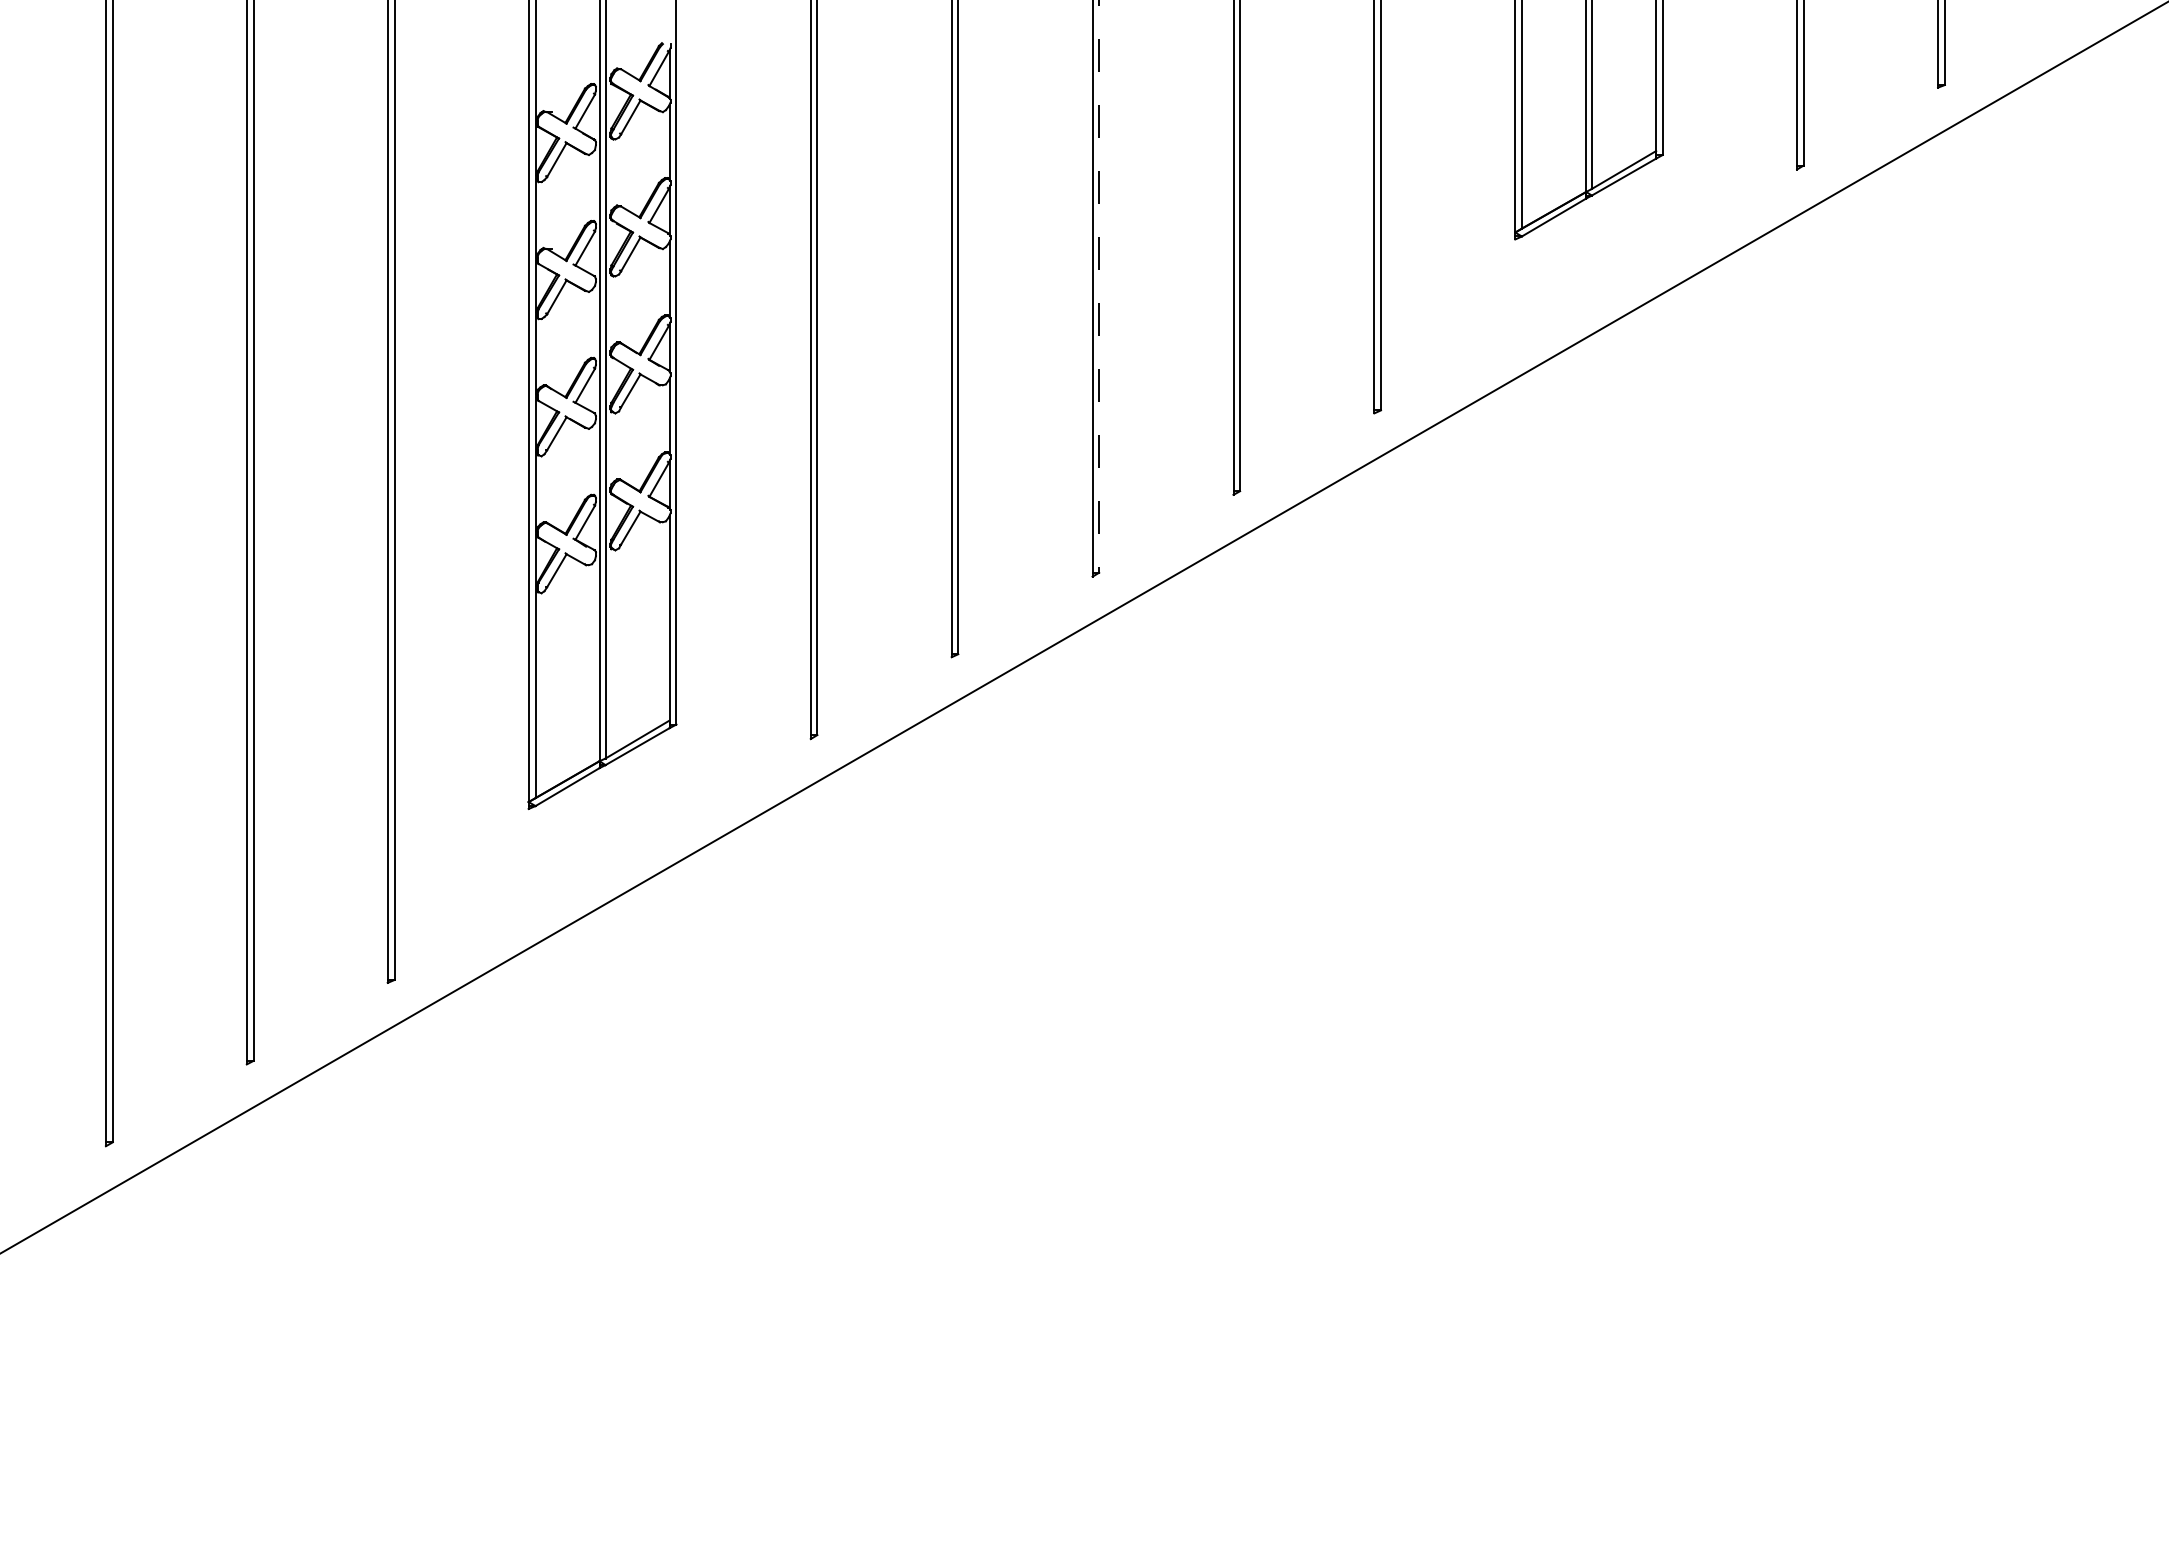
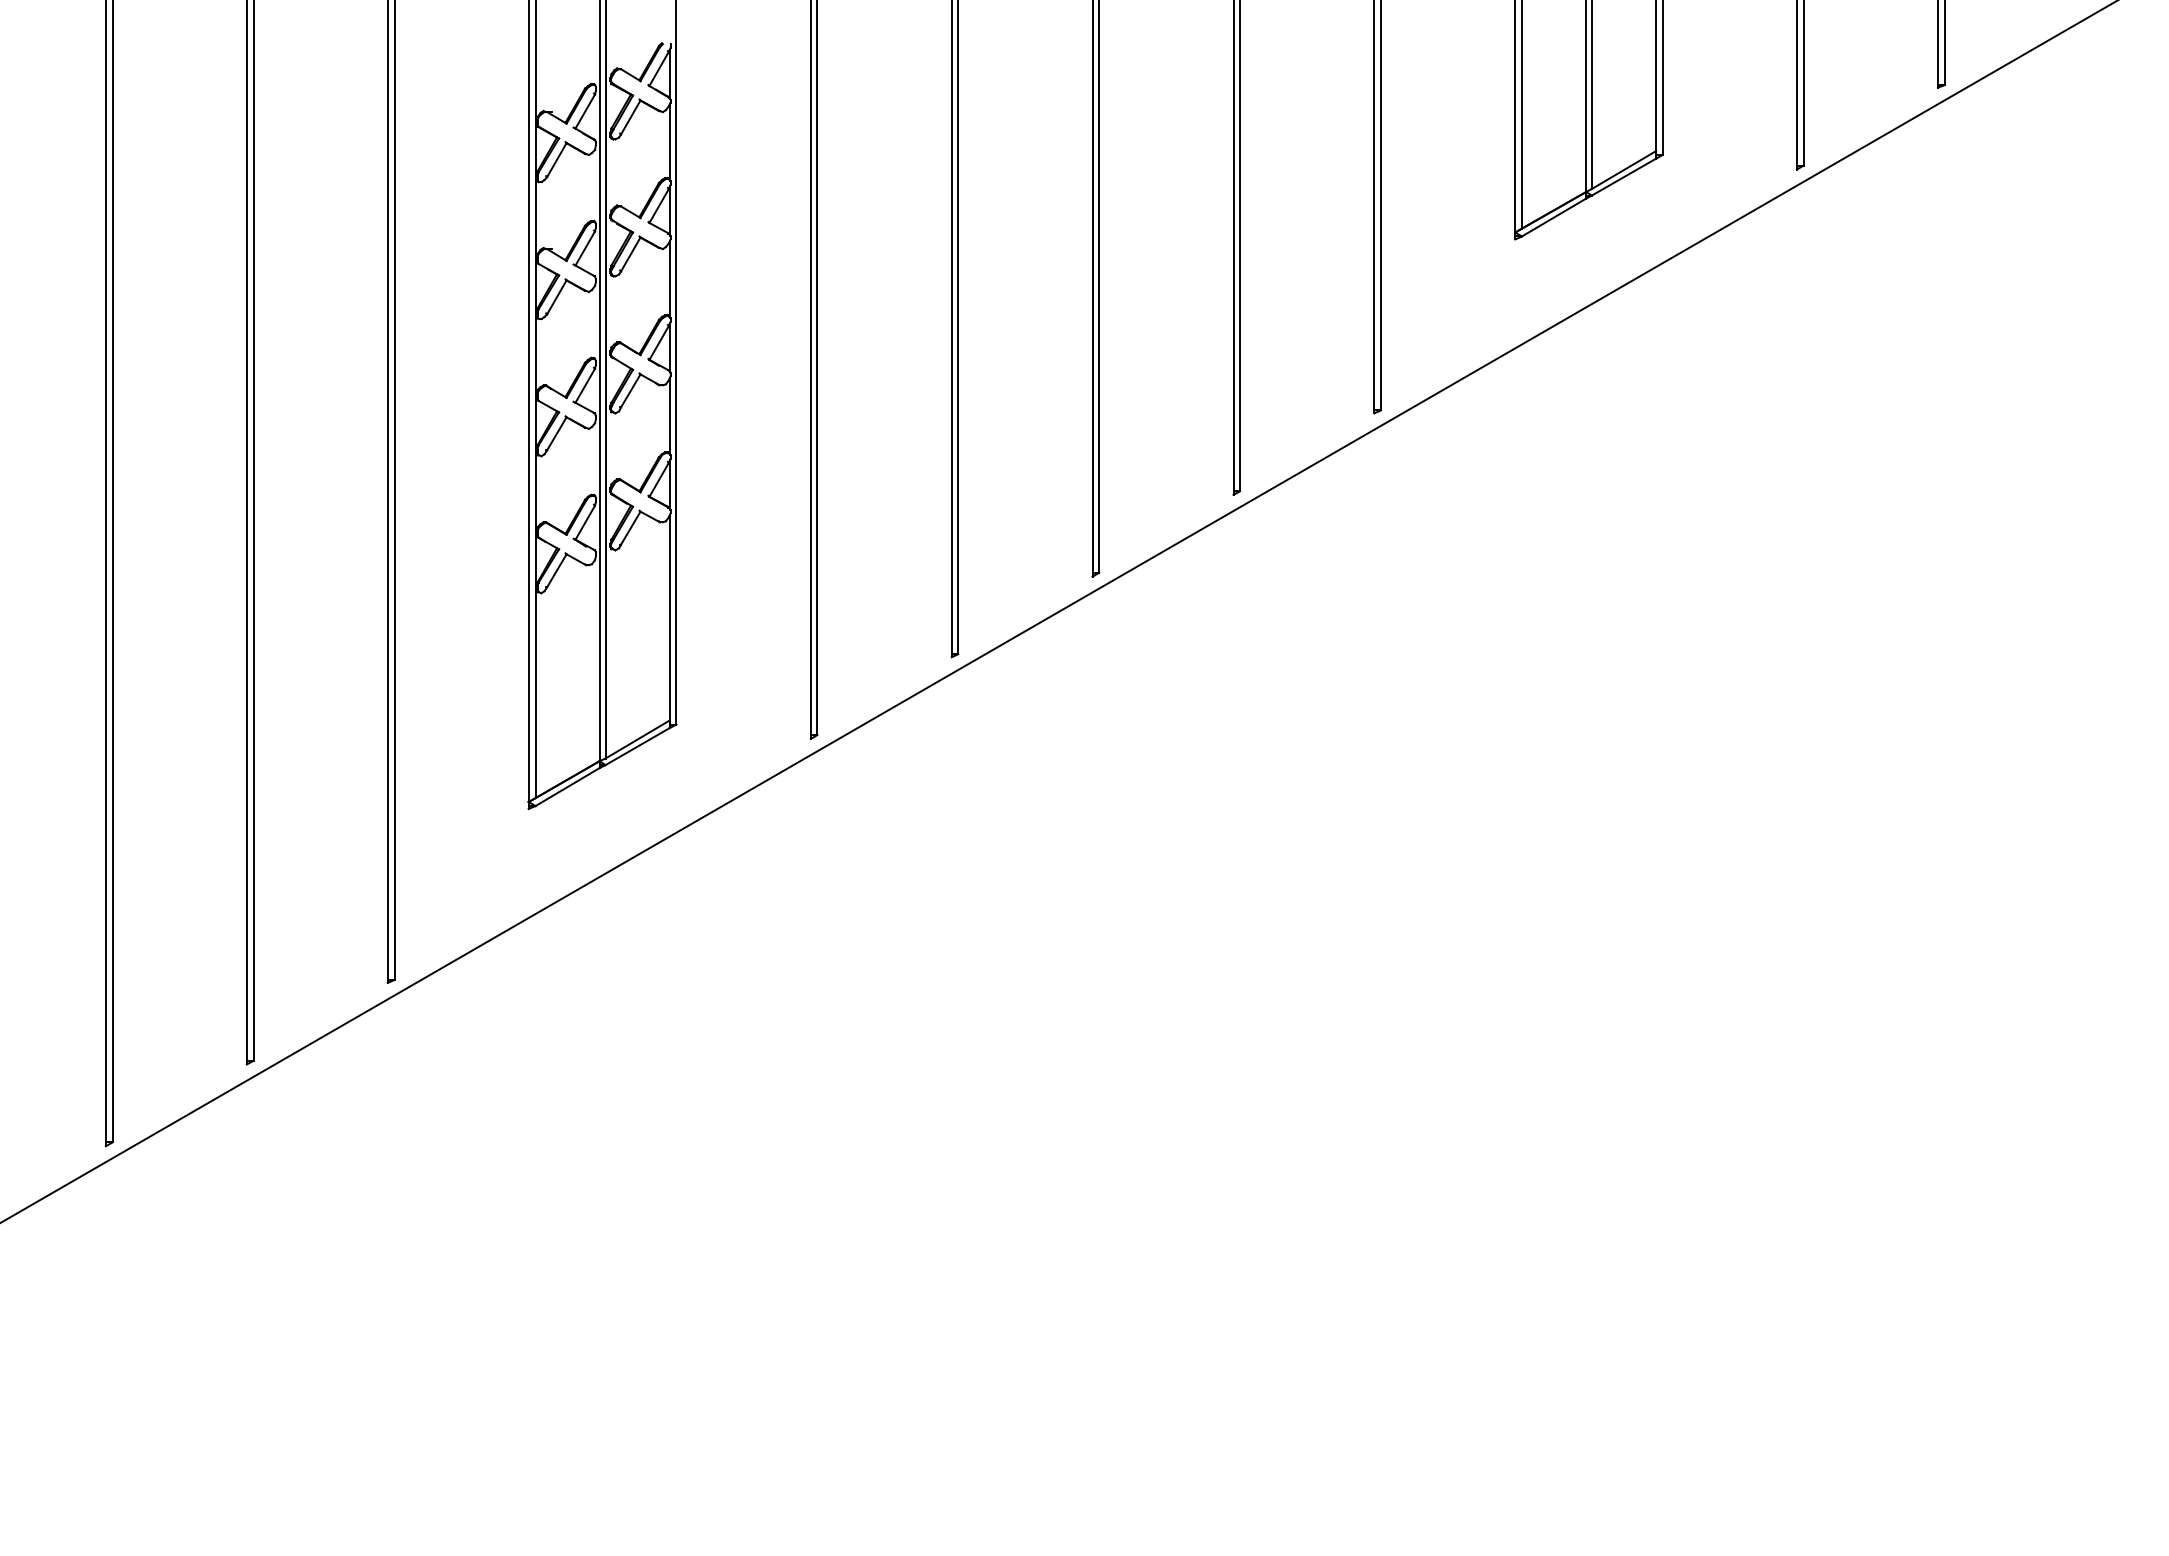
line at (1099, 286): dashed -> solid
line at (1083, 627) position: (1083, 627) -> (1058, 611)
